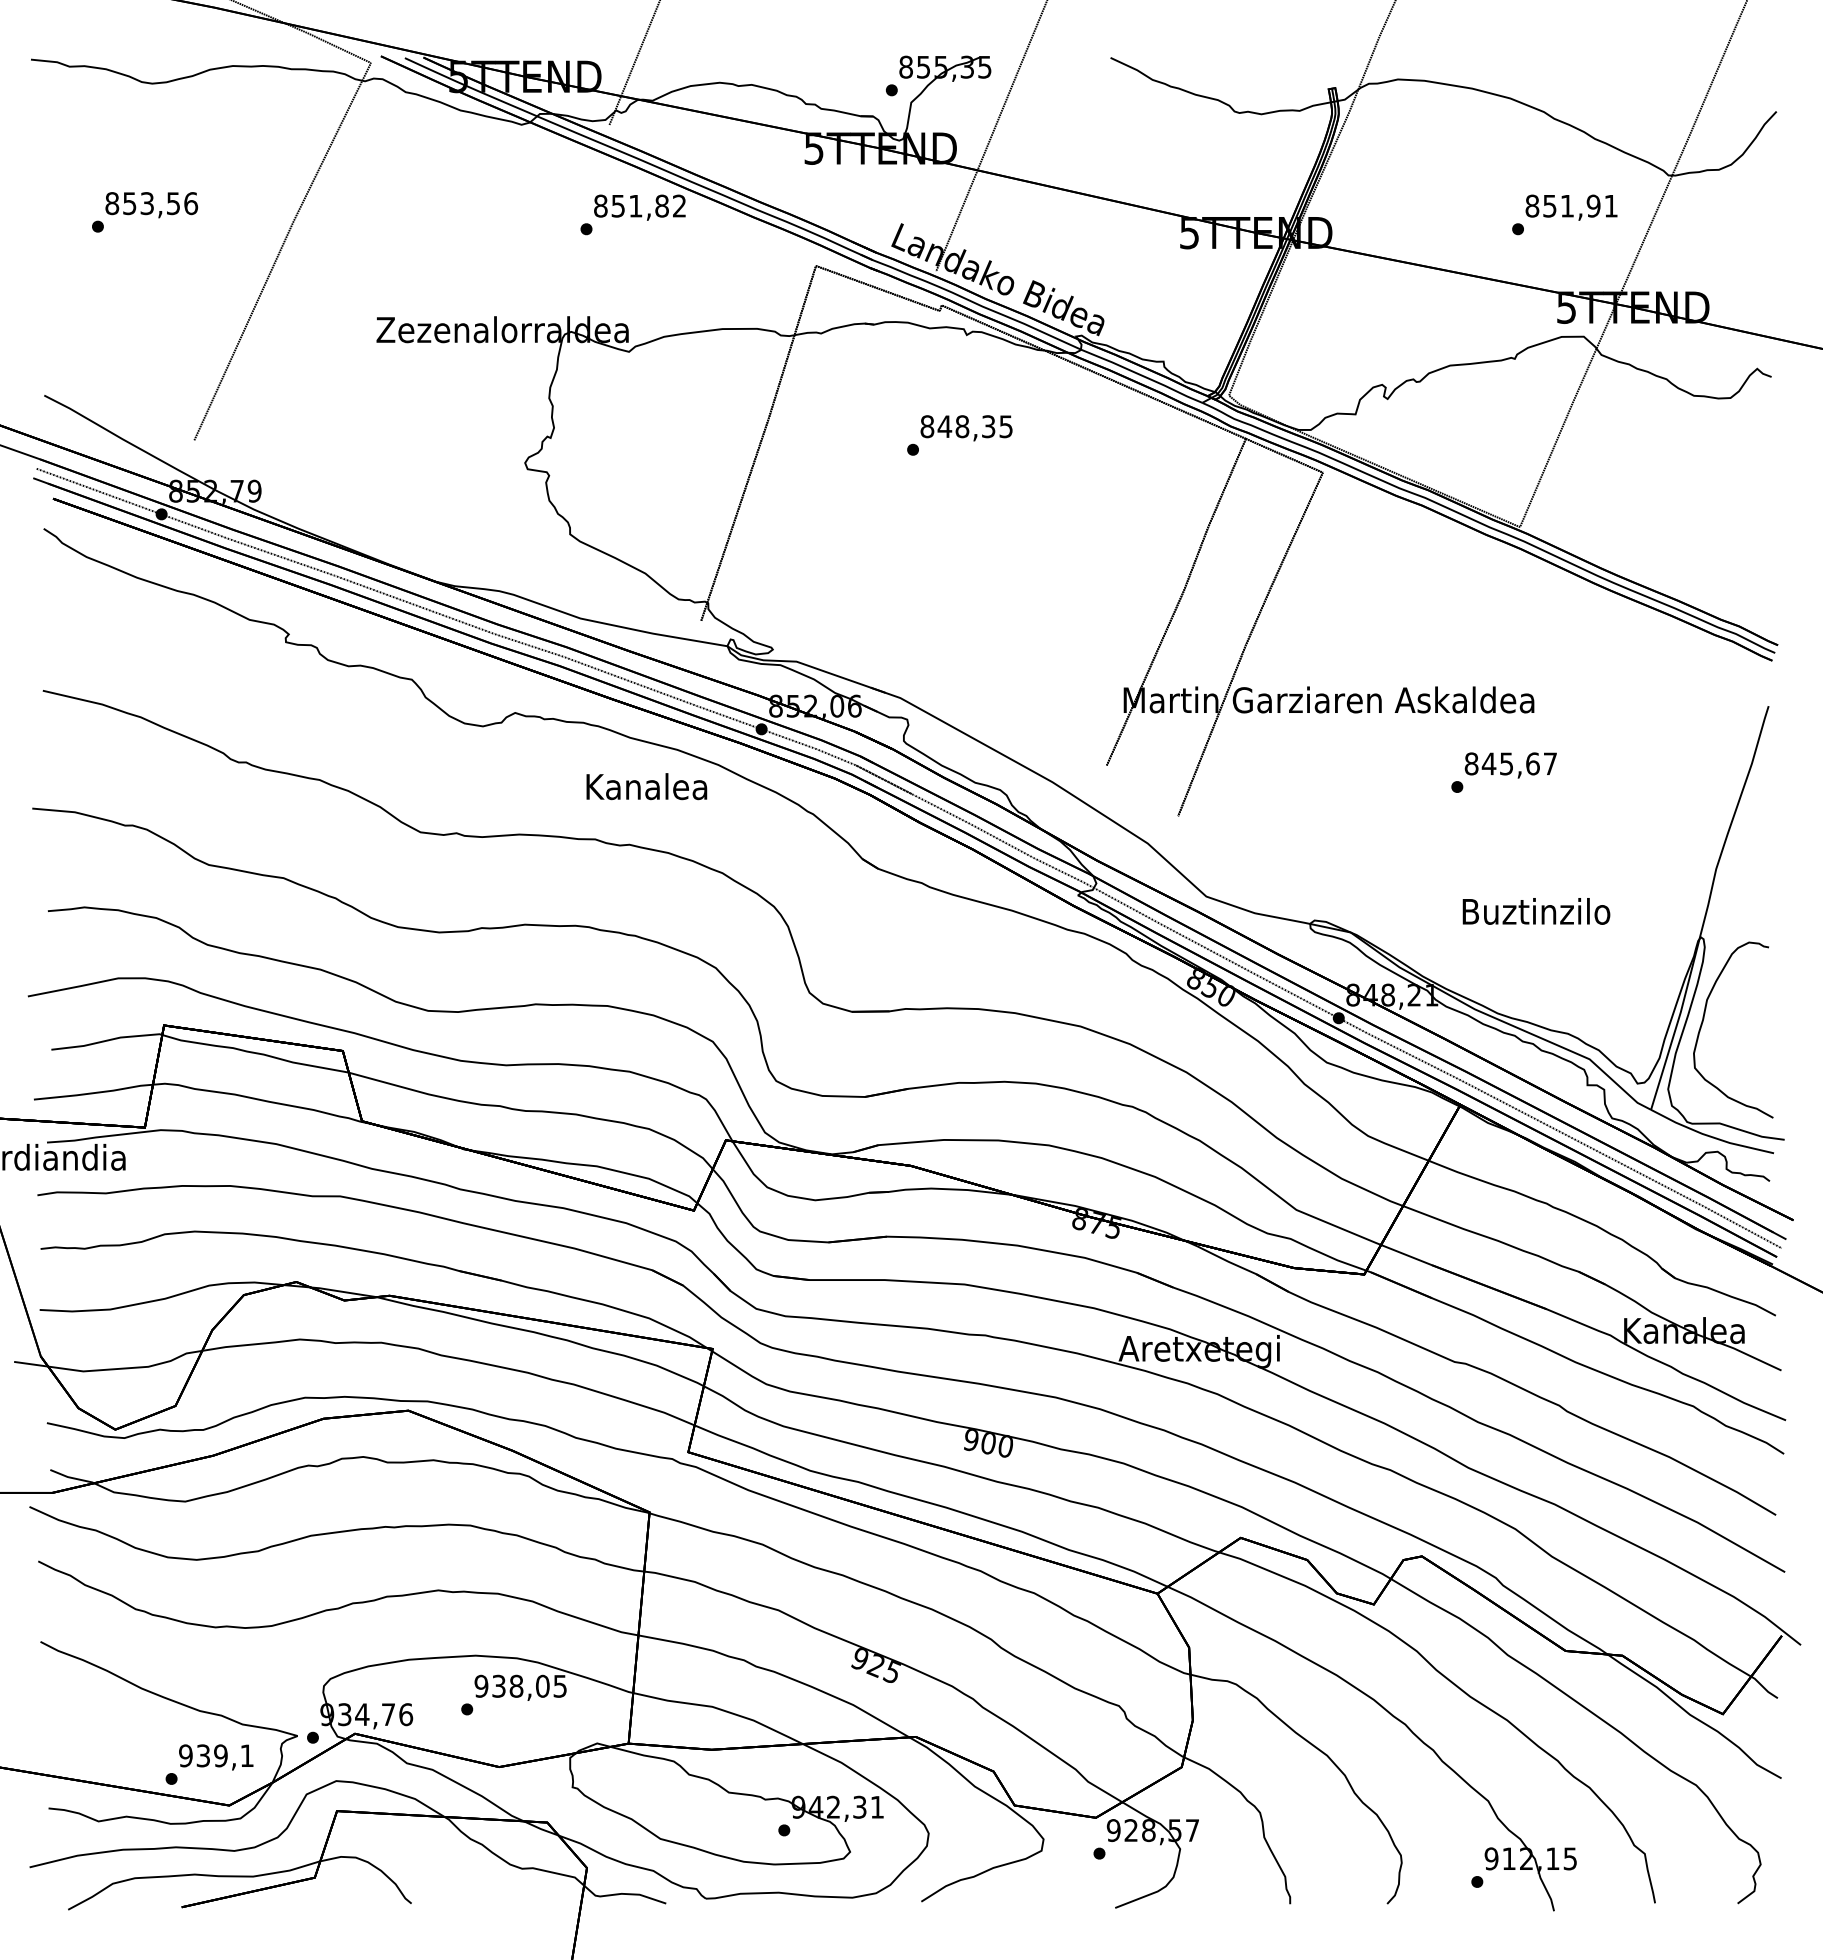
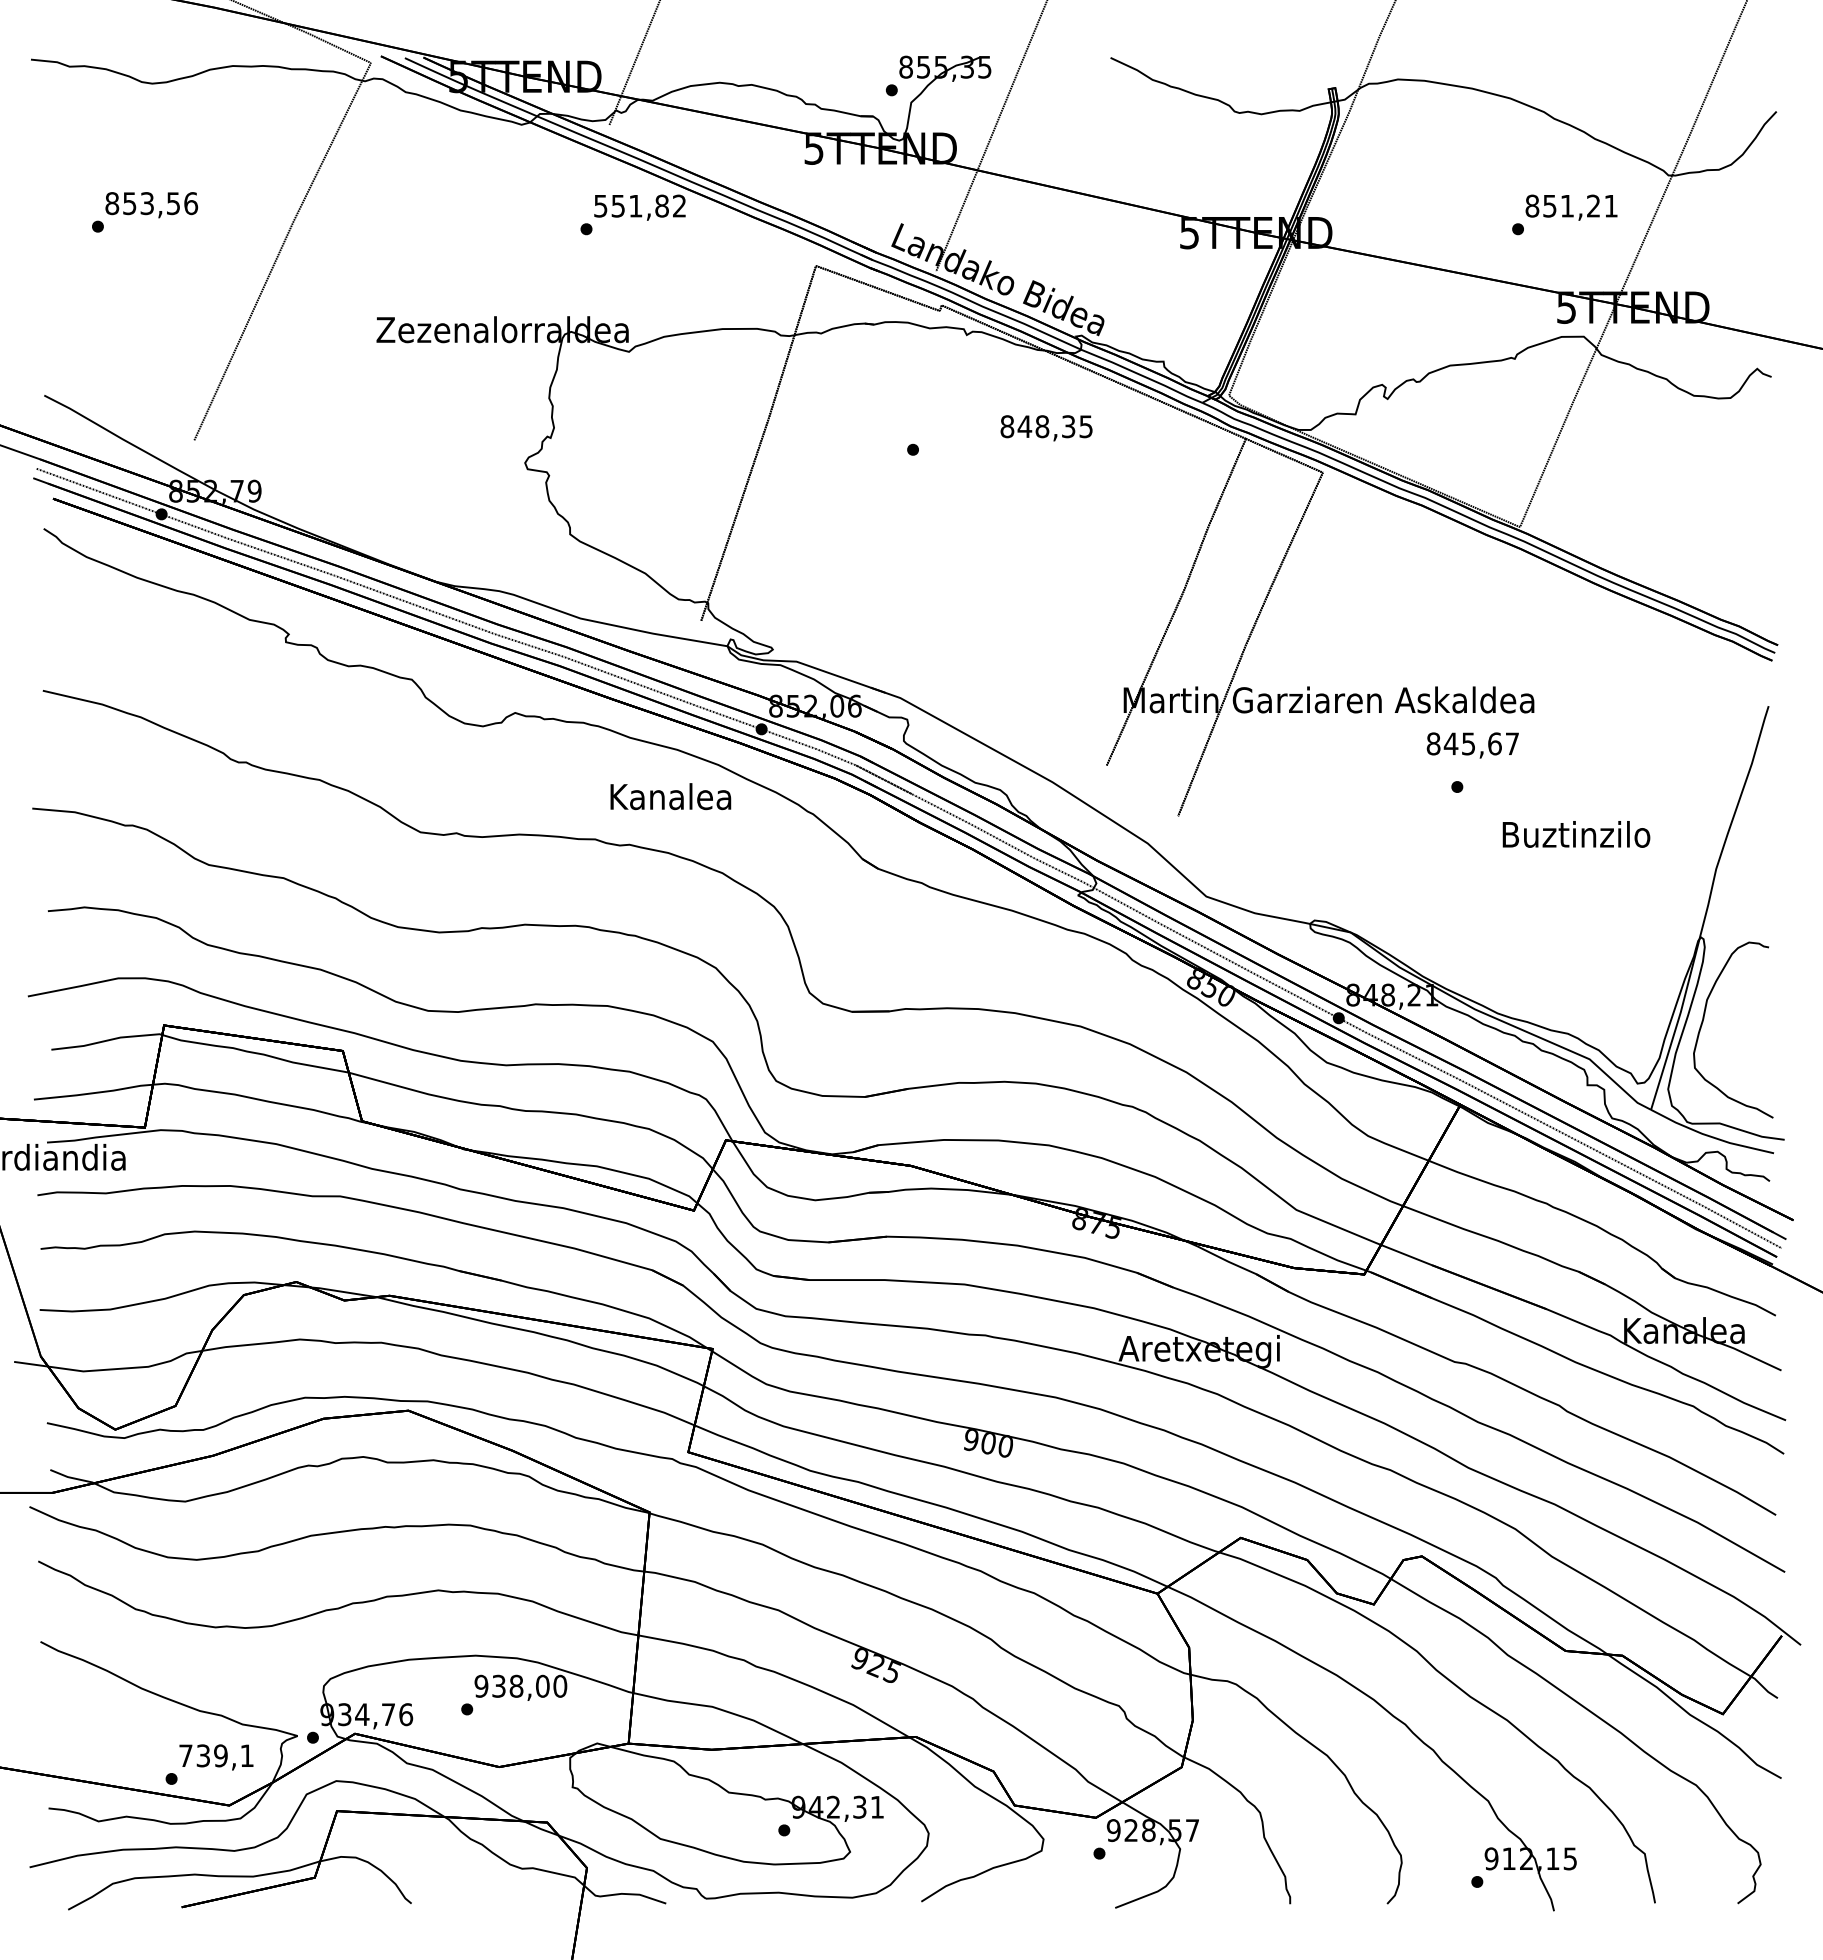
text at (600, 205): 851,82 -> 551,82
text at (1593, 205): 851,91 -> 851,21
text at (966, 428) position: (966, 428) -> (1046, 428)
text at (1510, 765) position: (1510, 765) -> (1472, 745)
text at (646, 786) position: (646, 786) -> (670, 796)
text at (1536, 911) position: (1536, 911) -> (1576, 834)
text at (560, 1685): 938,05 -> 938,00
text at (185, 1755): 939,1 -> 739,1
